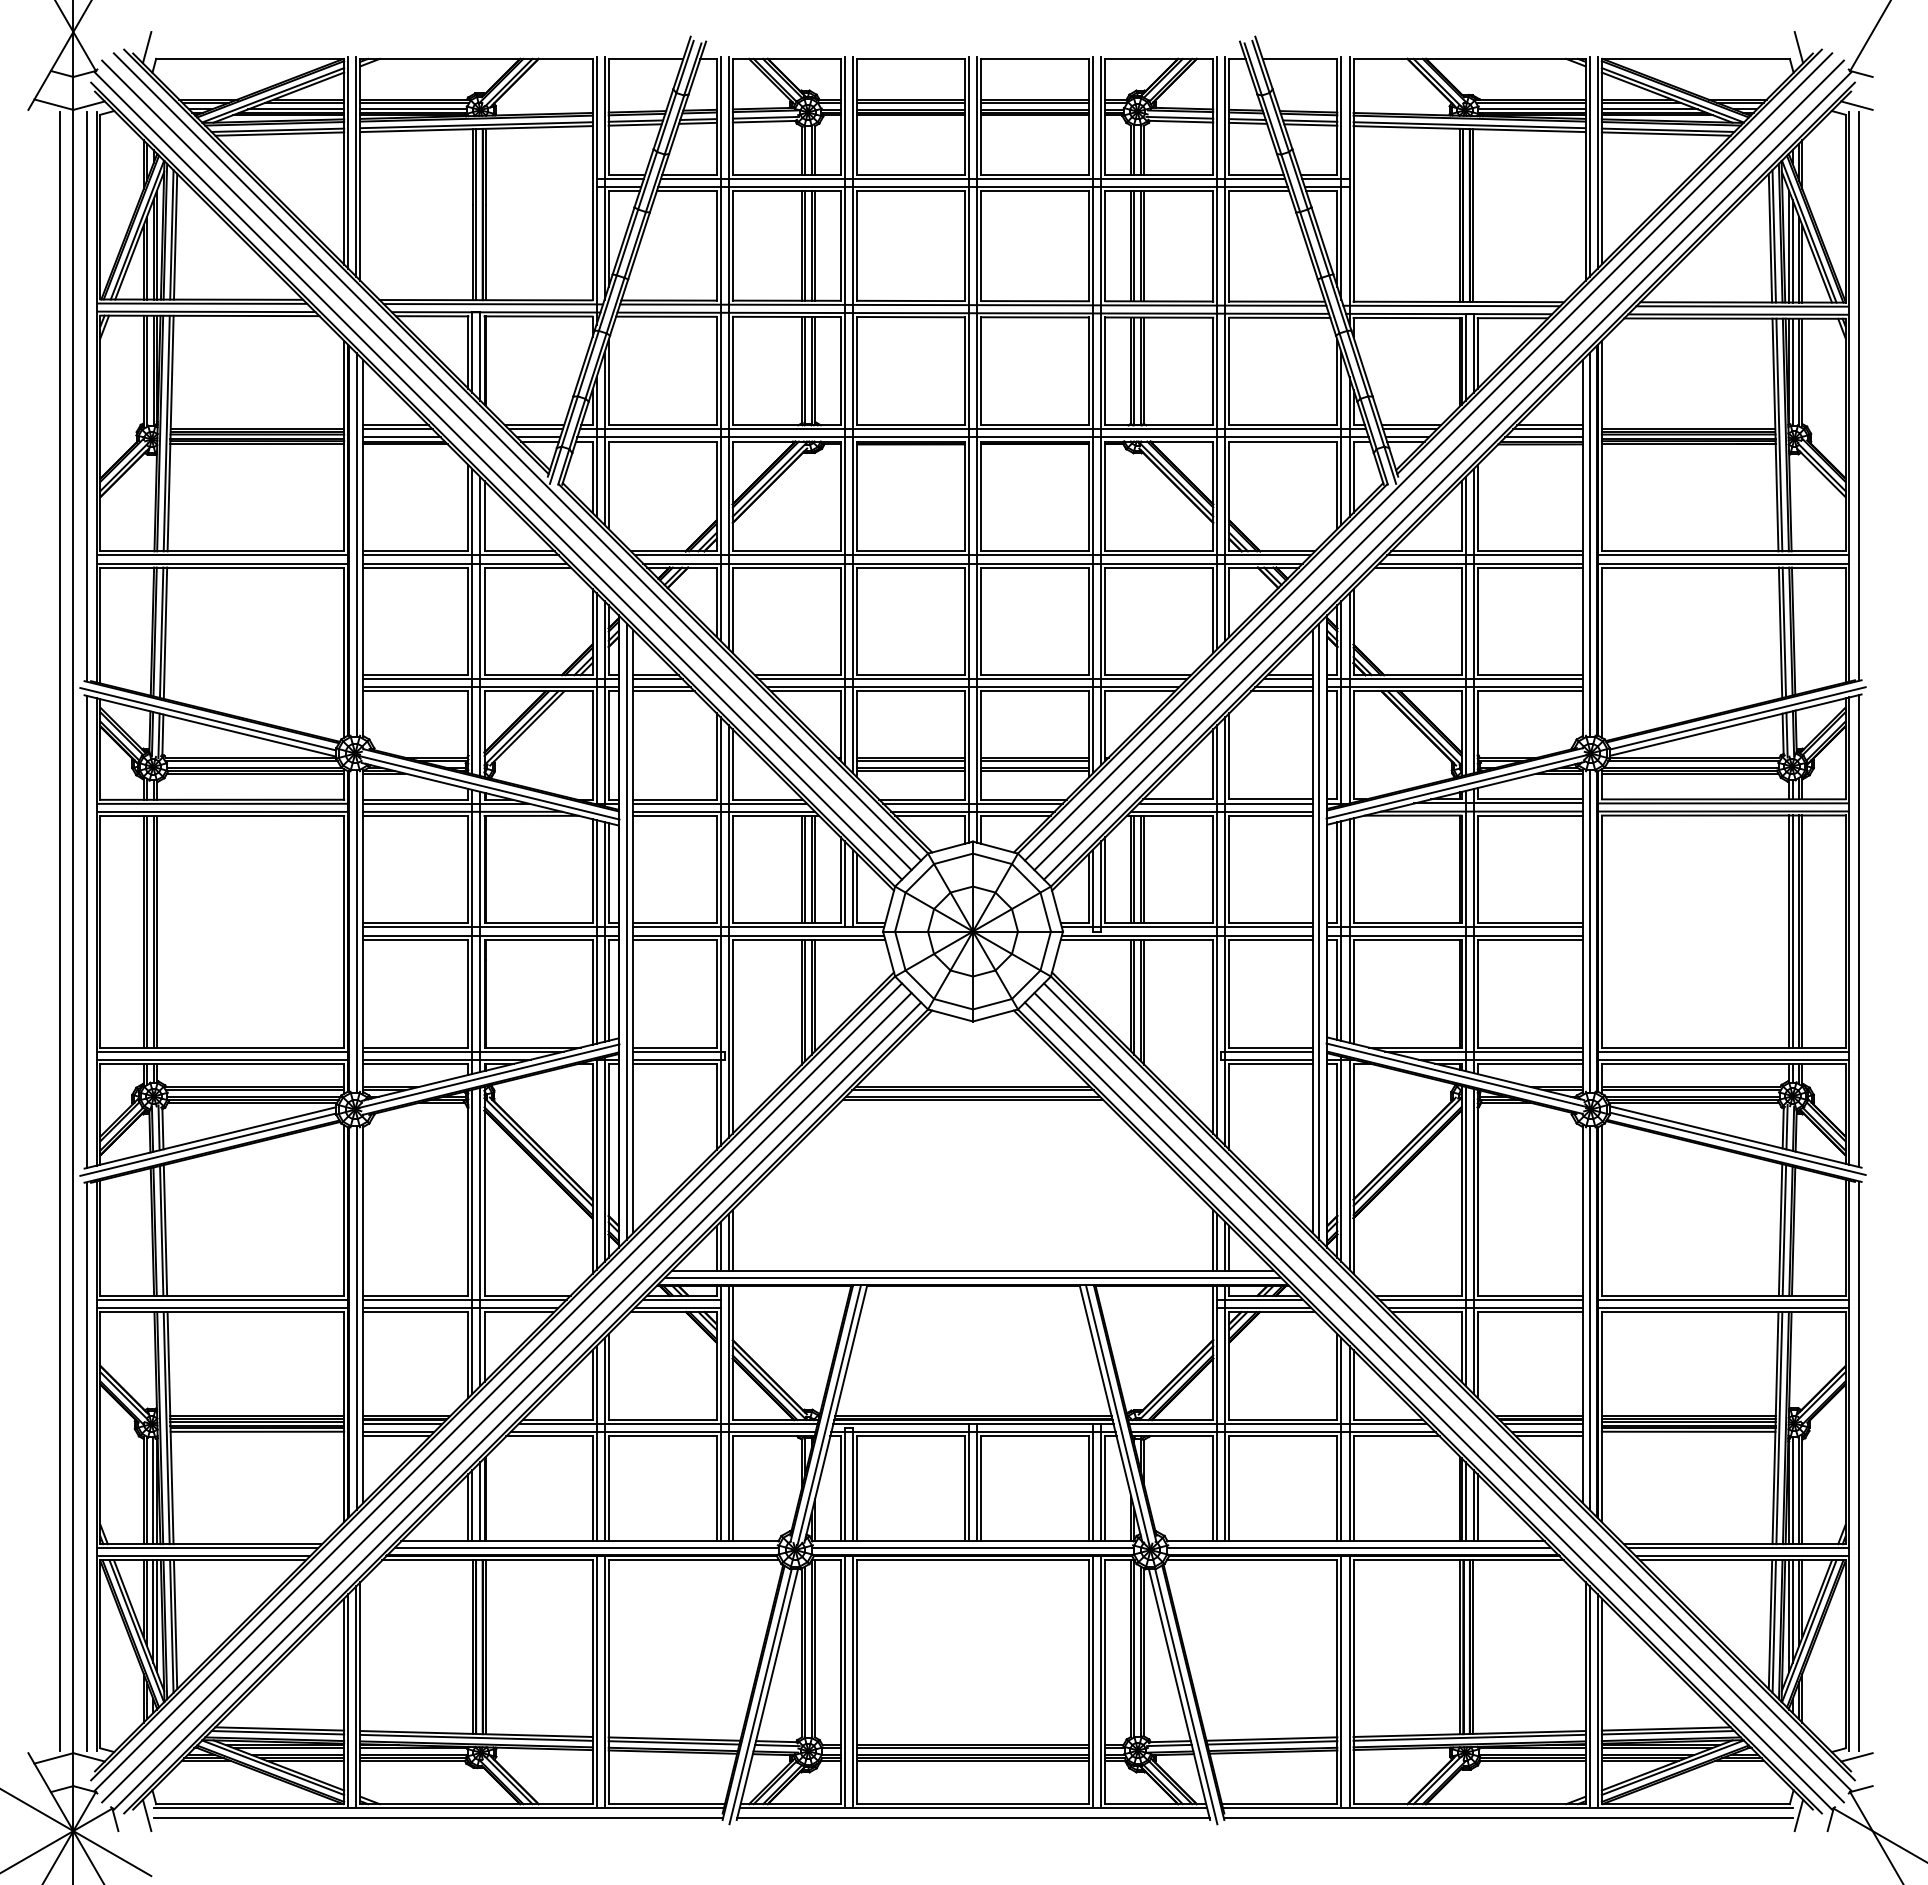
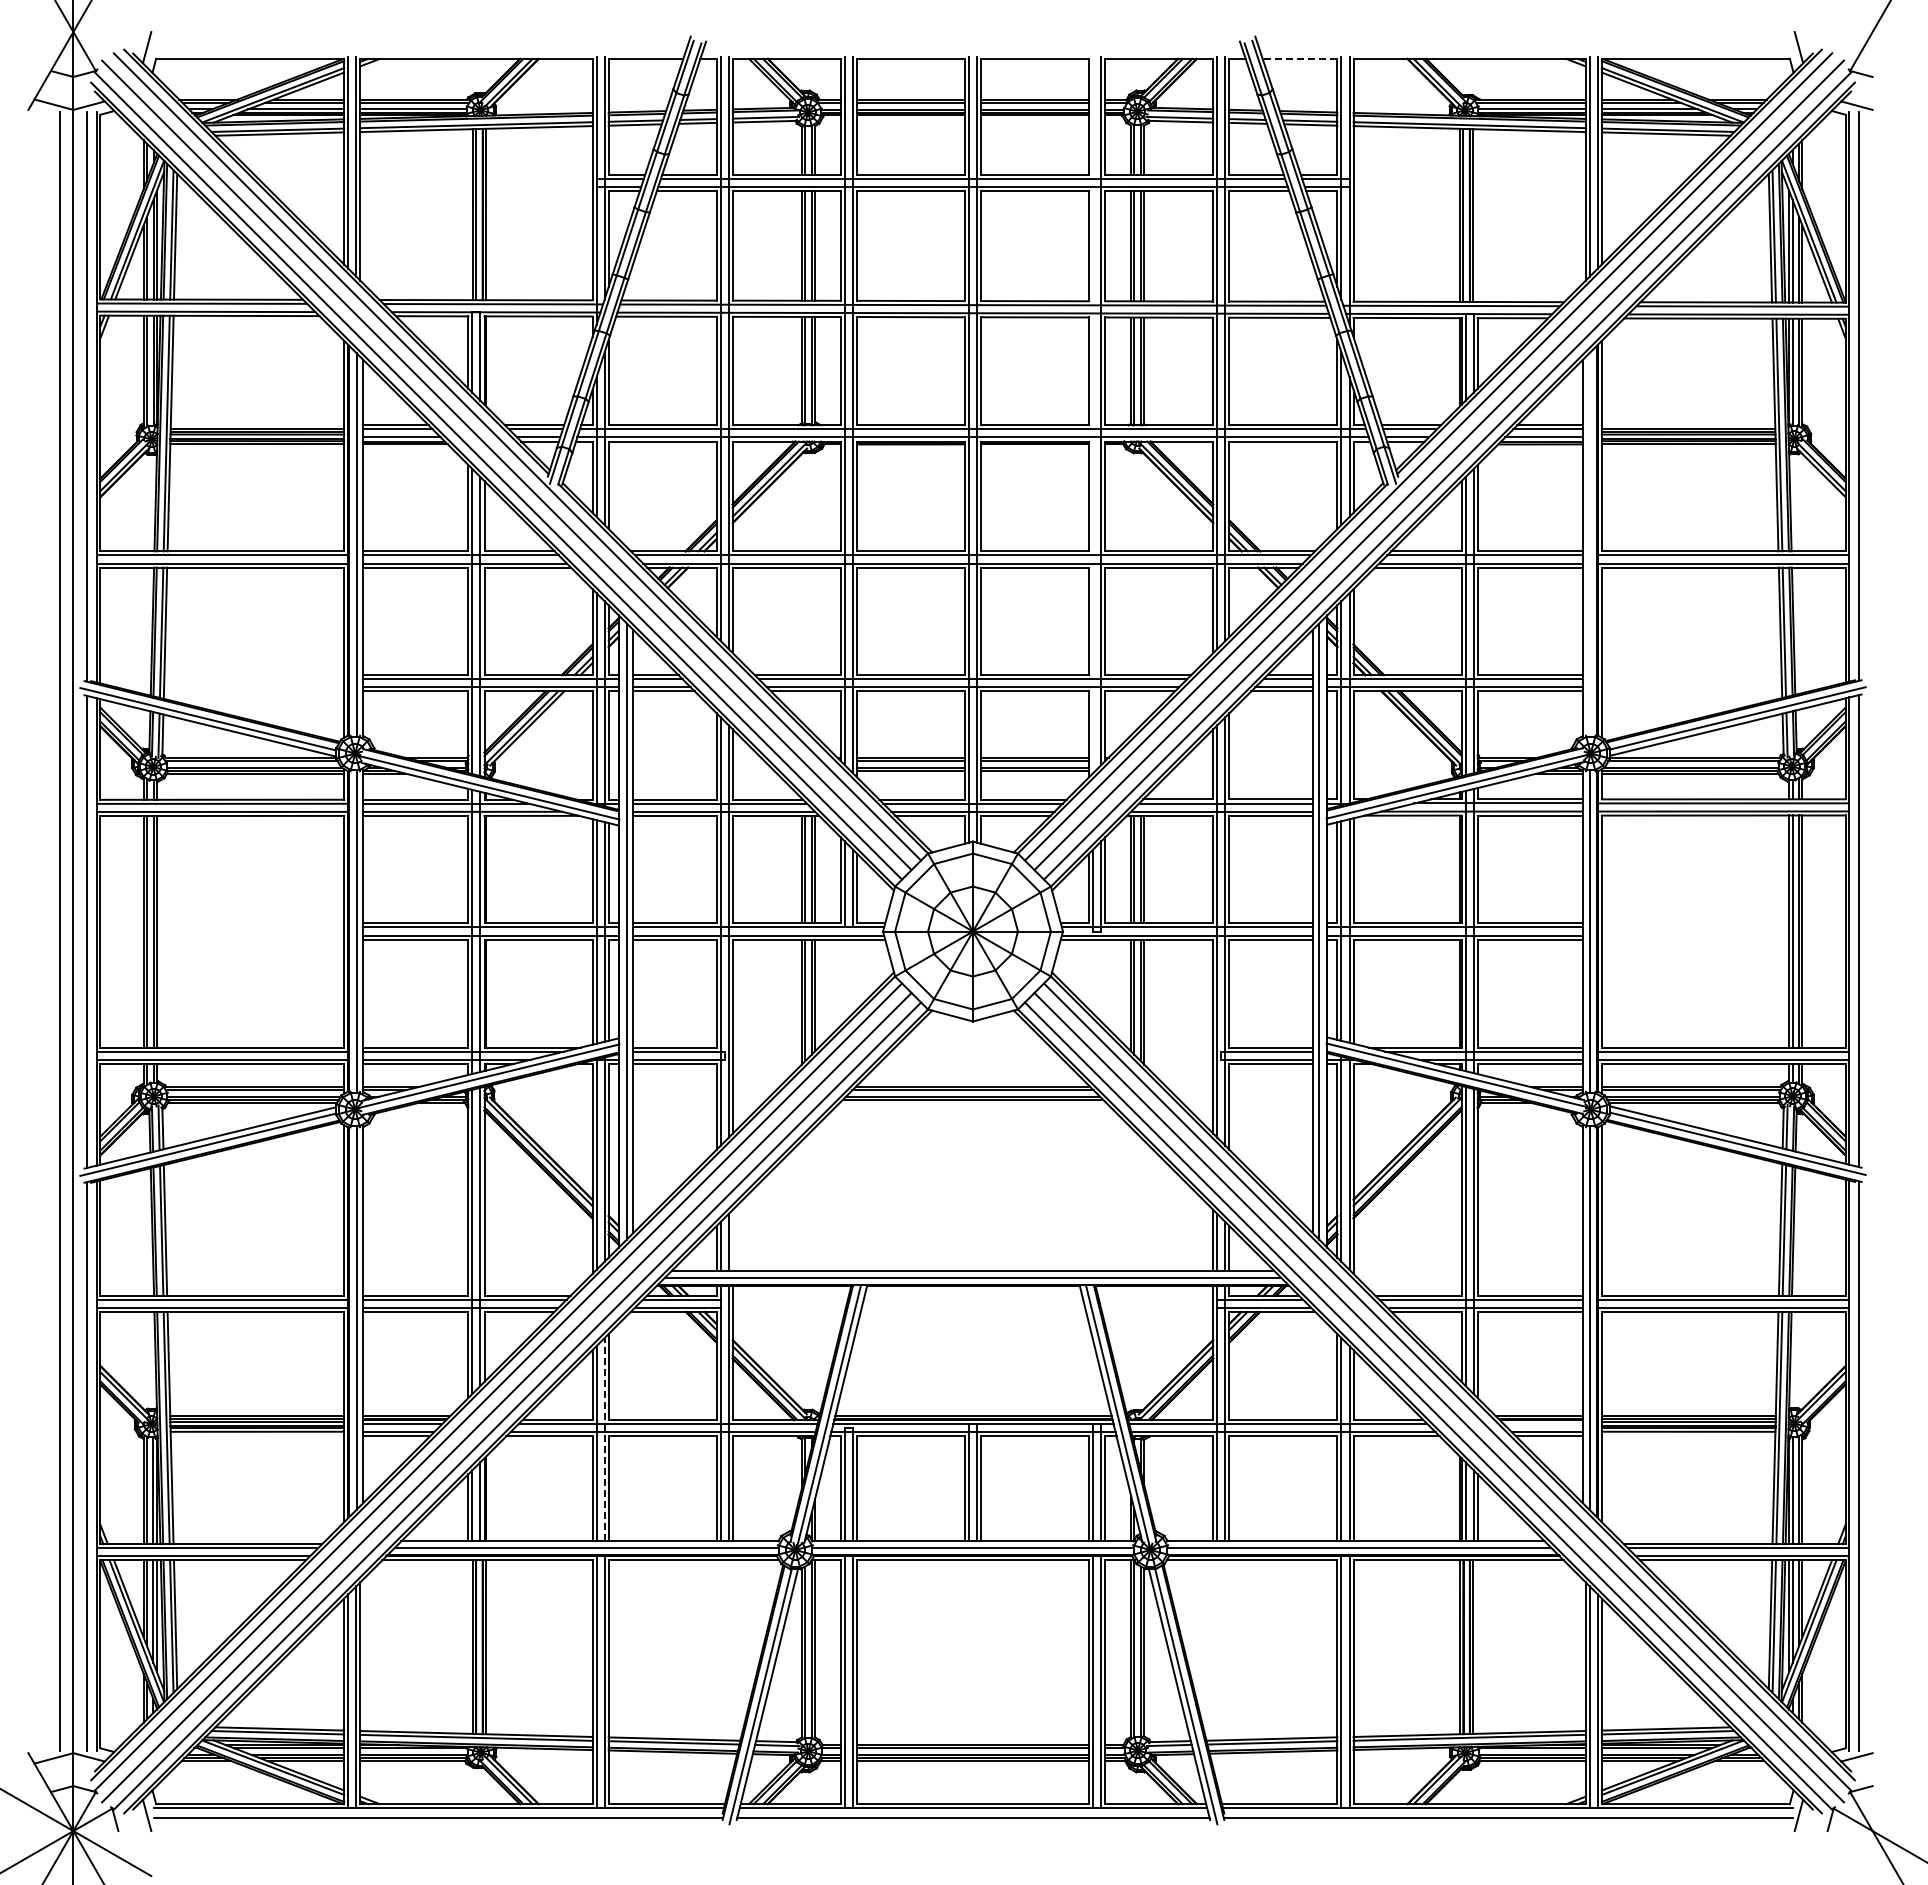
line at (1299, 58): solid -> dashed
line at (1093, 415): present -> none
line at (1589, 544): present -> none
line at (732, 1240): present -> none
line at (1542, 1424): present -> none
line at (604, 1439): solid -> dashed
